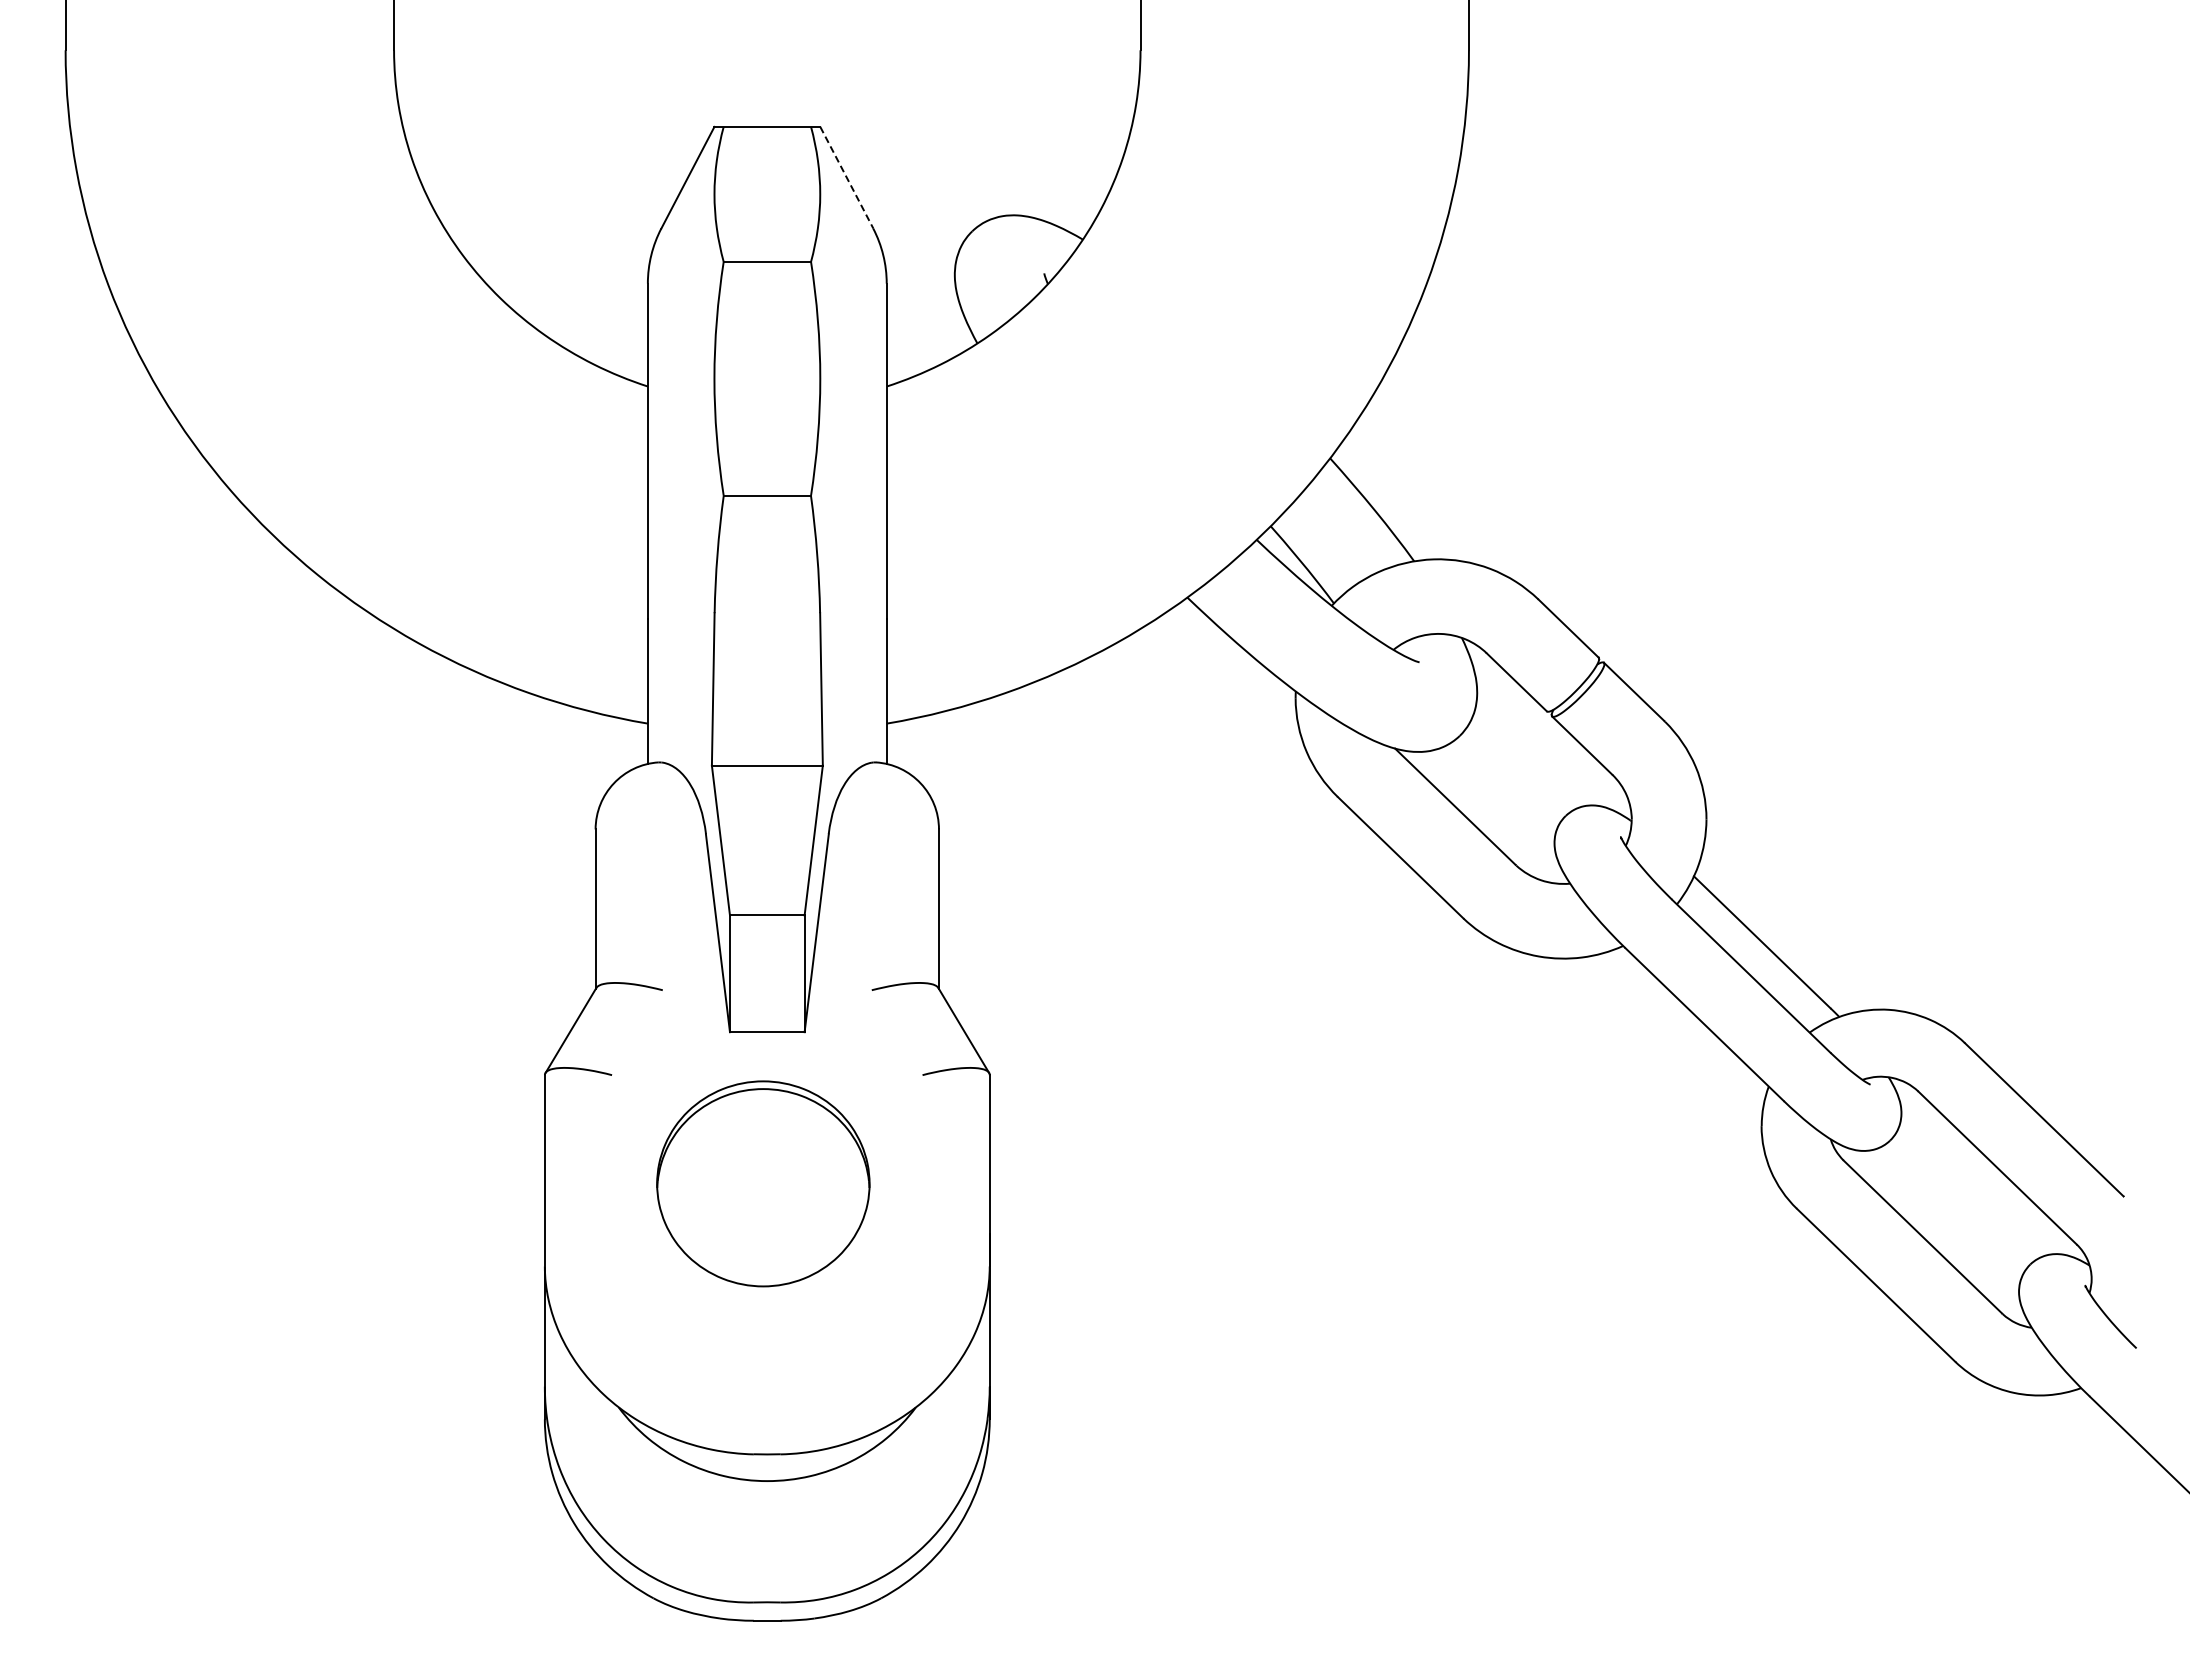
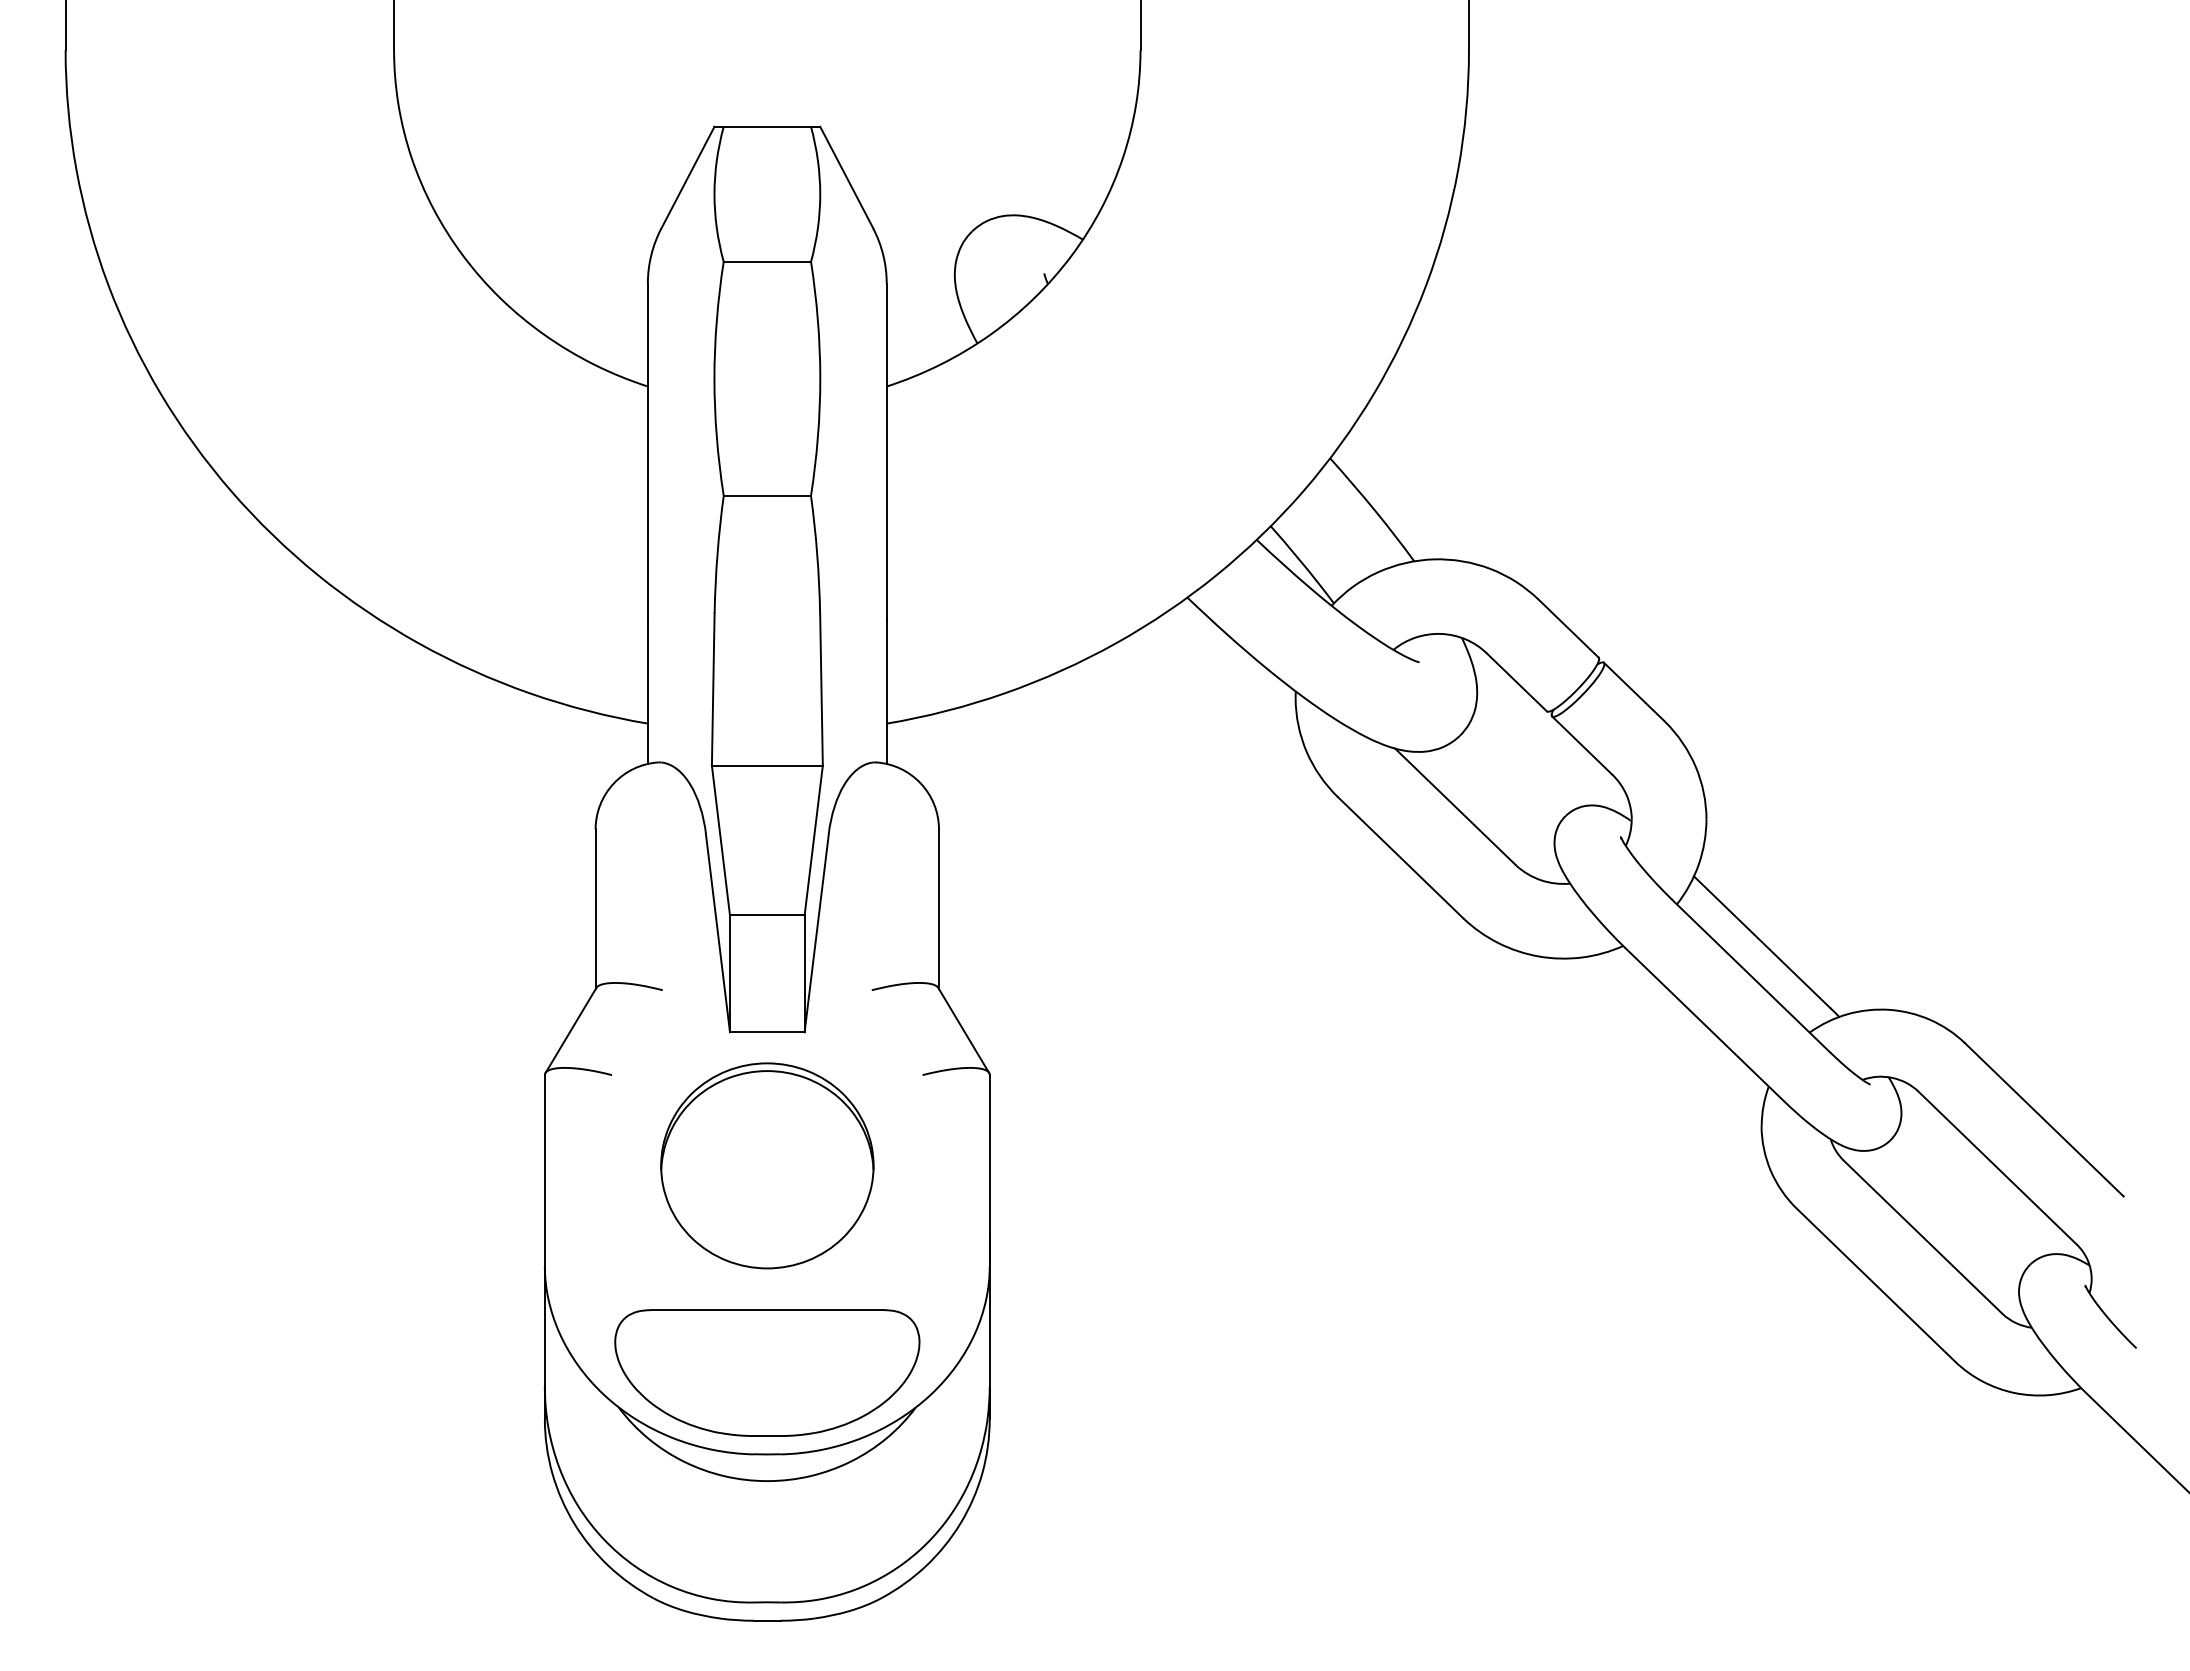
line at (847, 178): dashed -> solid
part at (763, 1183) position: (763, 1183) -> (767, 1165)
part at (767, 1372): none -> present
